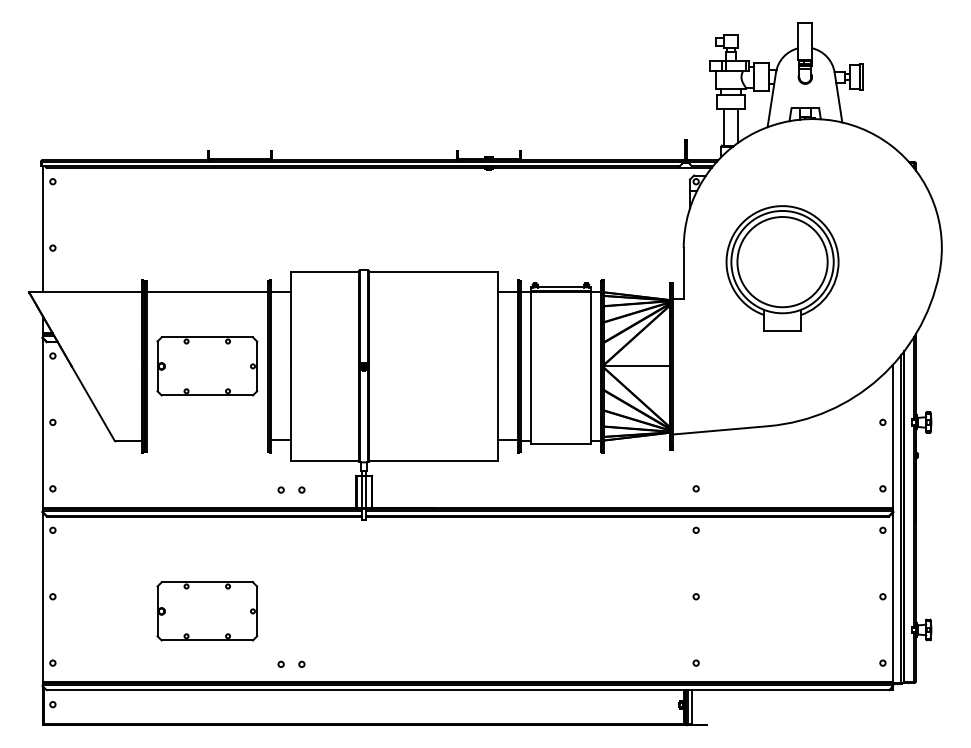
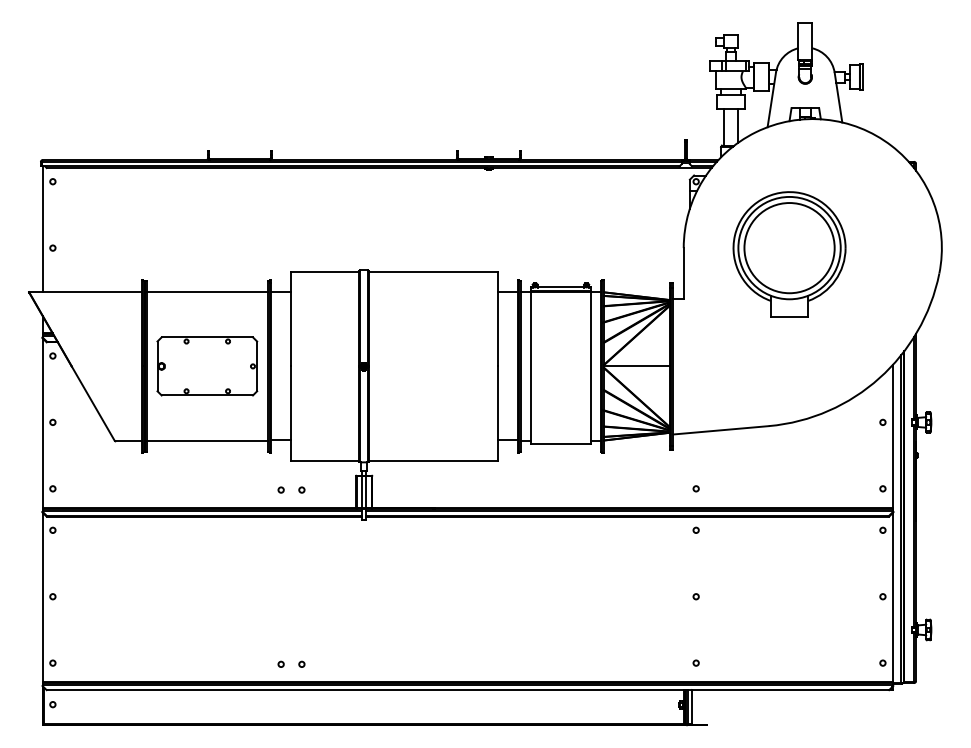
part at (782, 268) position: (782, 268) -> (789, 254)
line at (206, 441): none -> present
part at (207, 611): present -> none
